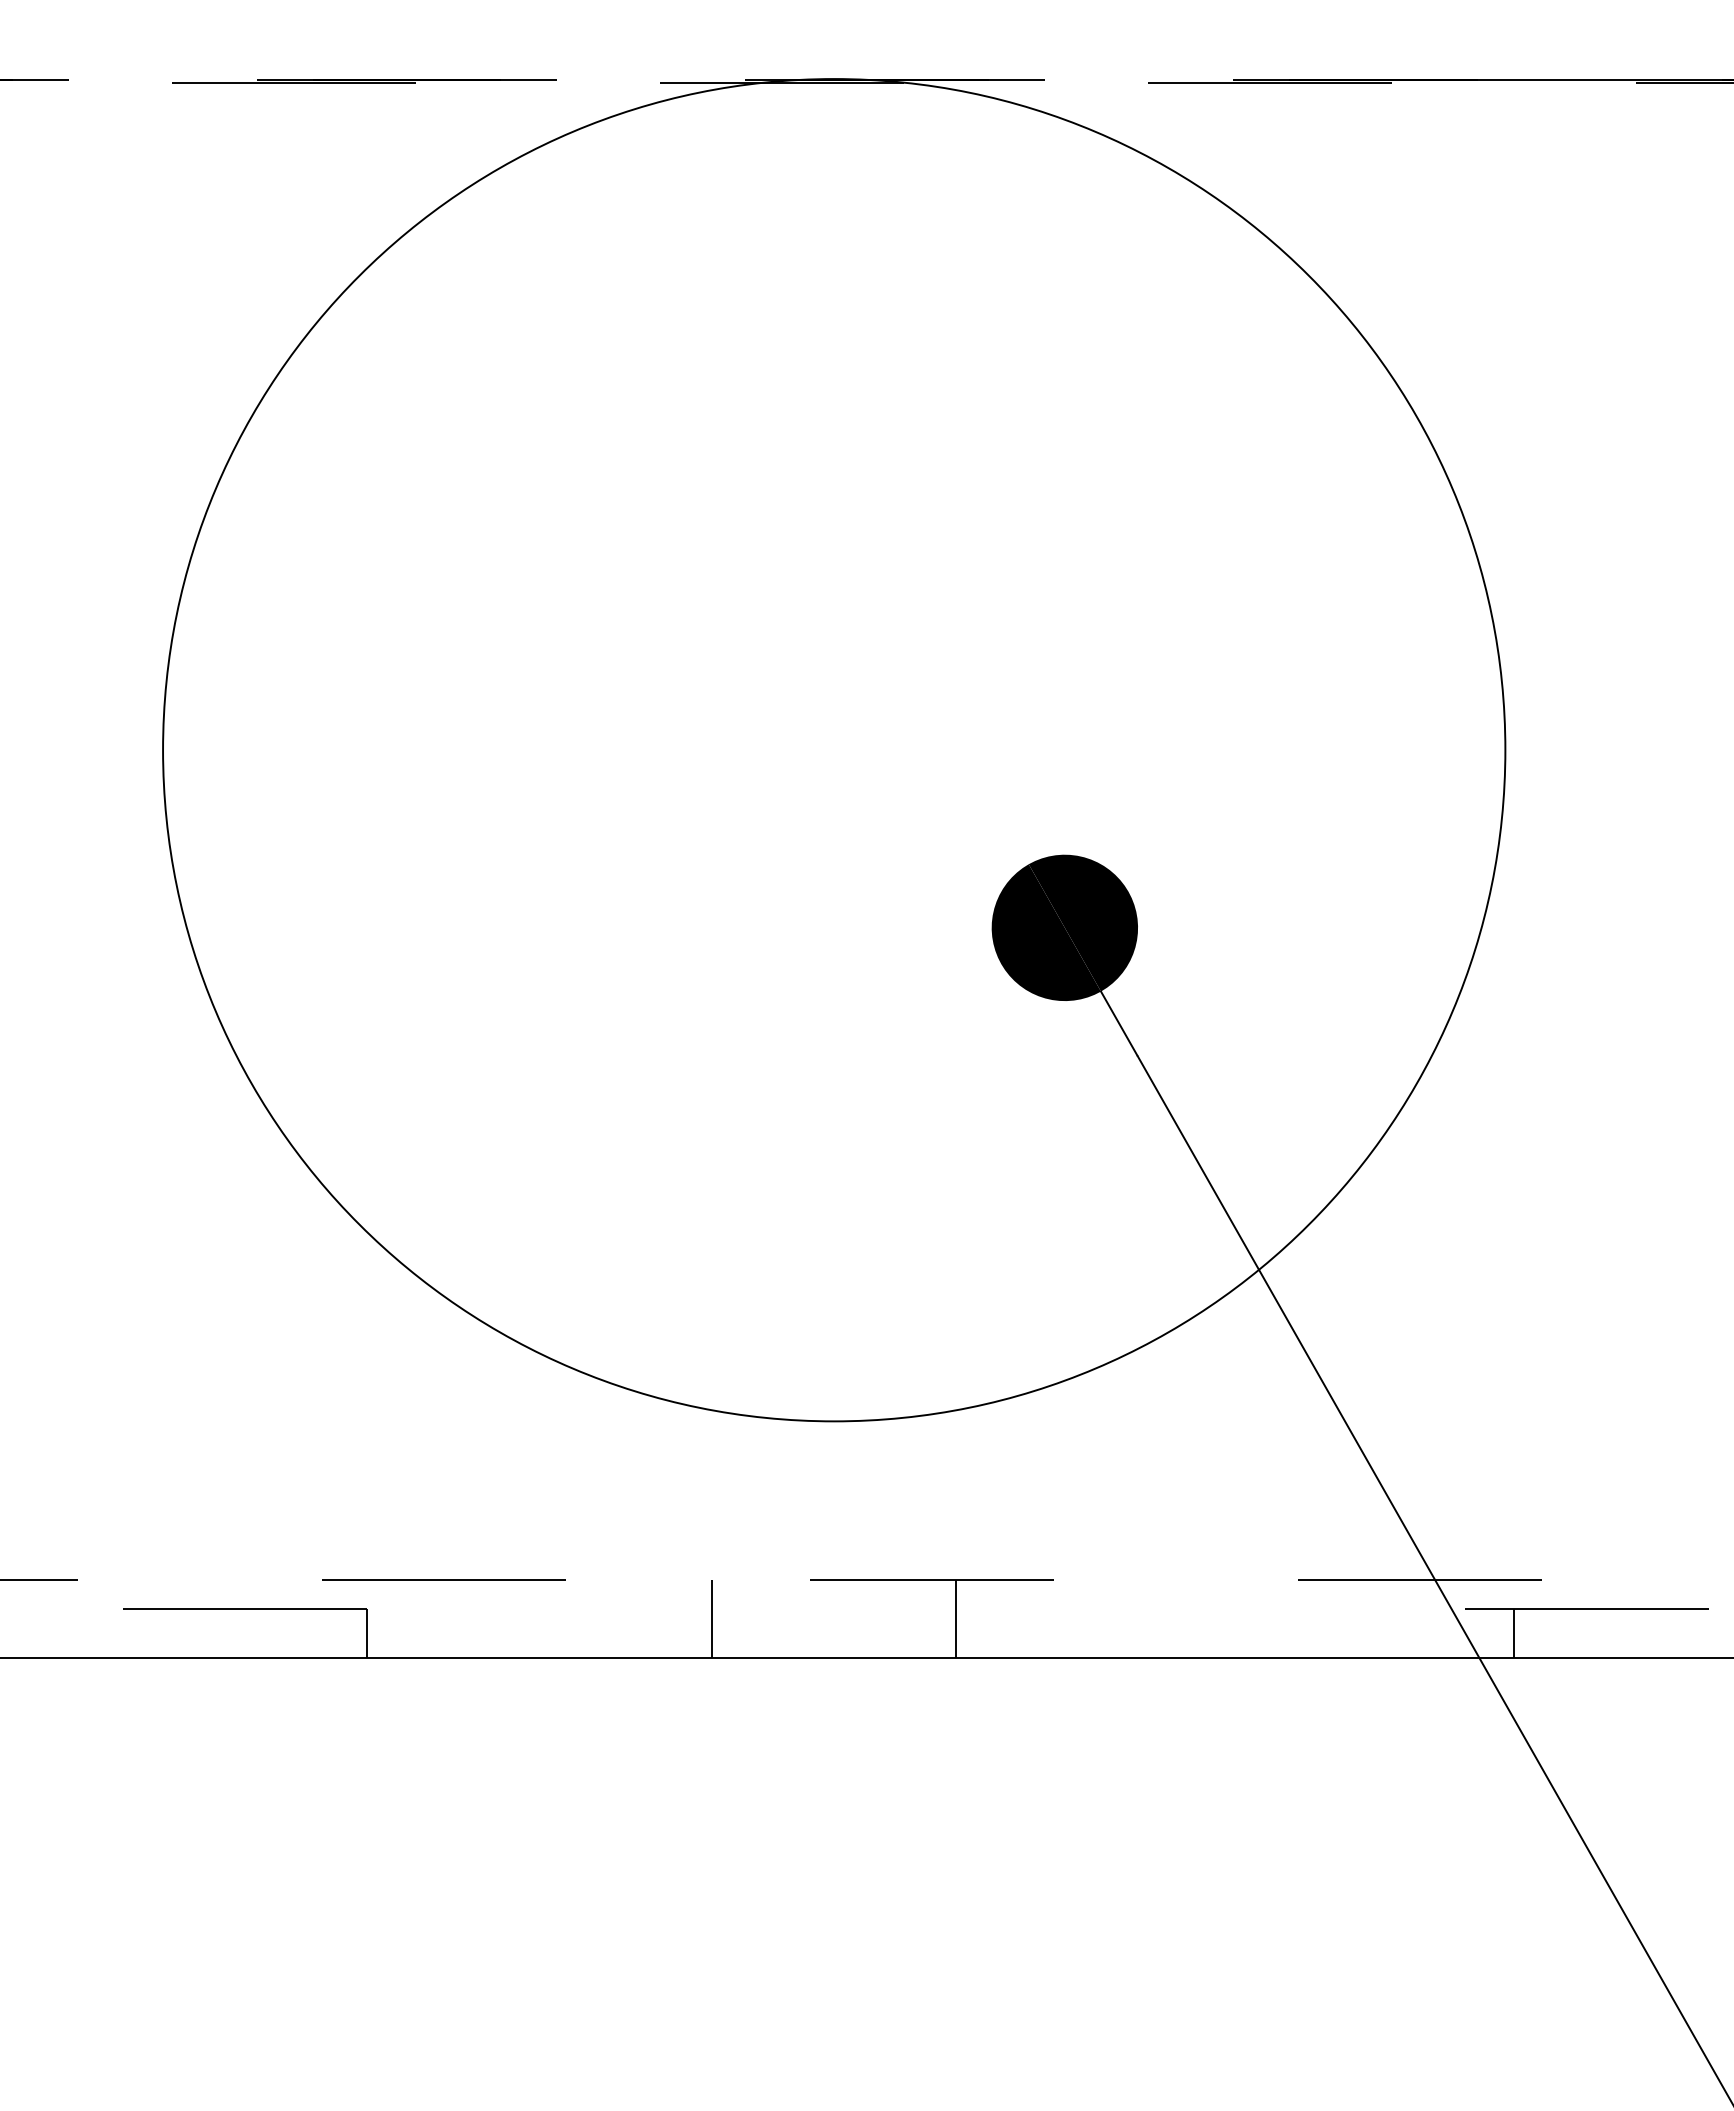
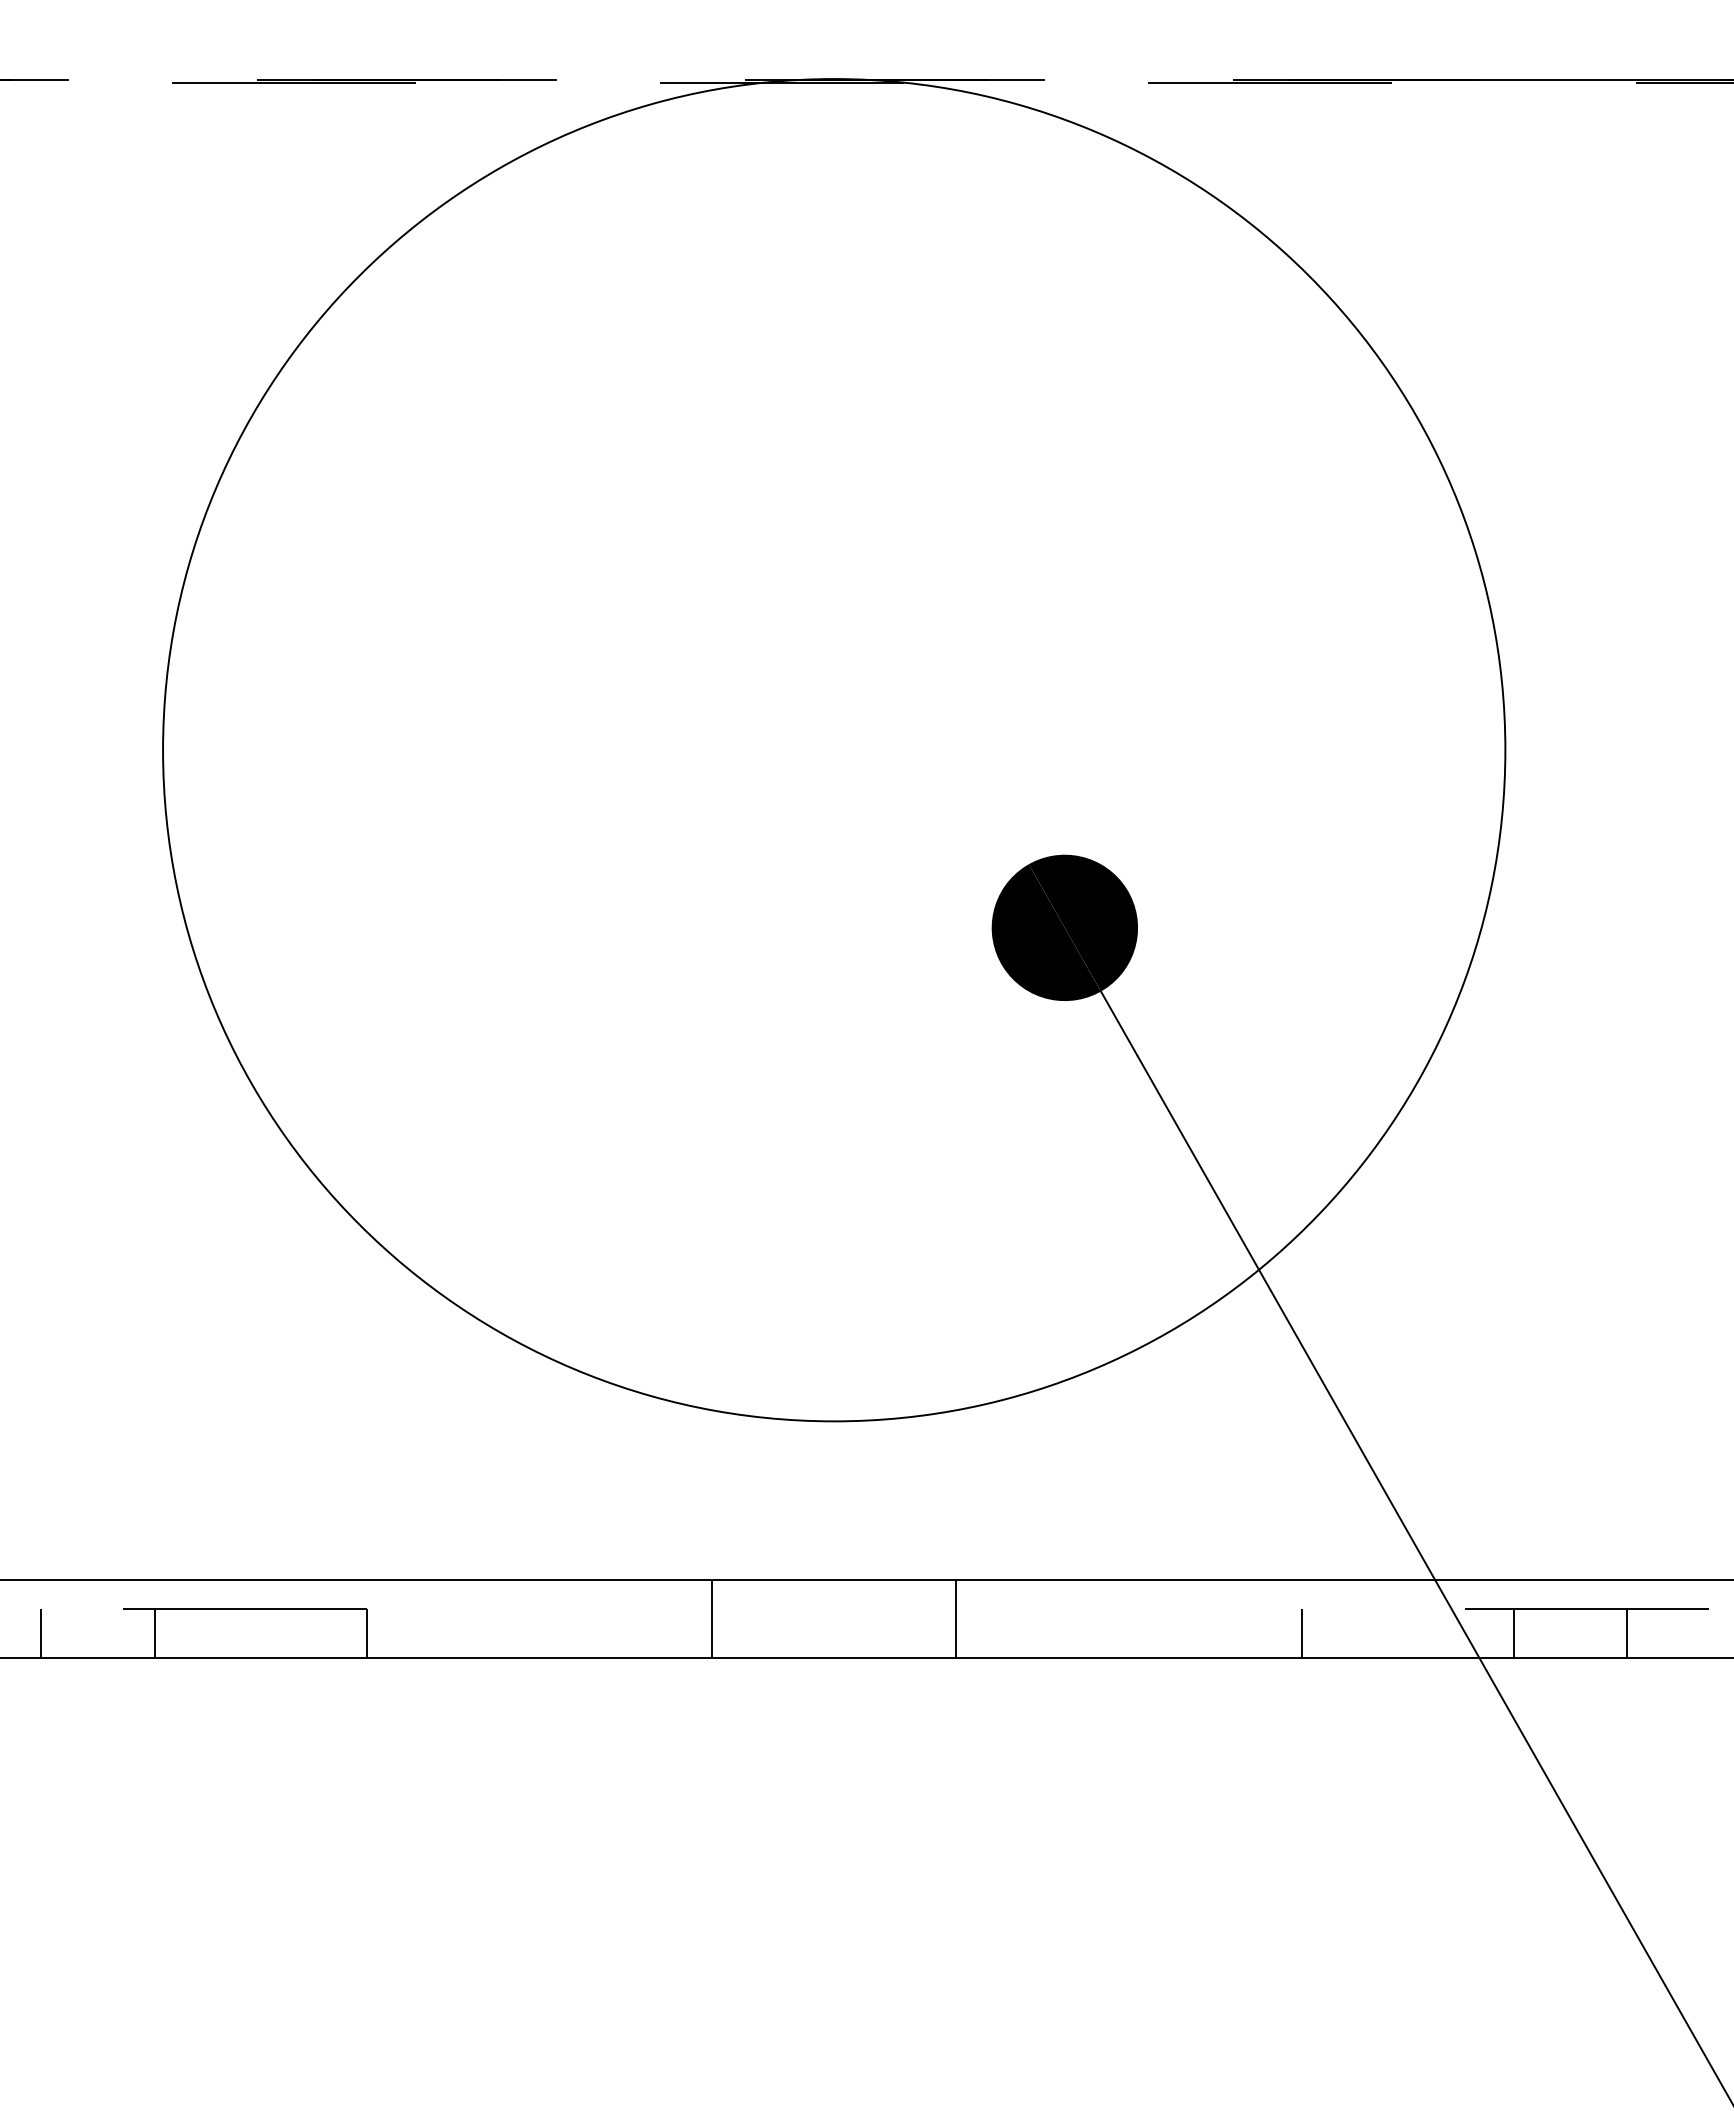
line at (867, 1579): dashed -> solid
line at (41, 1633): none -> present
line at (154, 1633): none -> present
line at (1301, 1633): none -> present
line at (1627, 1633): none -> present
